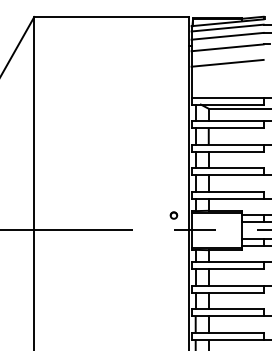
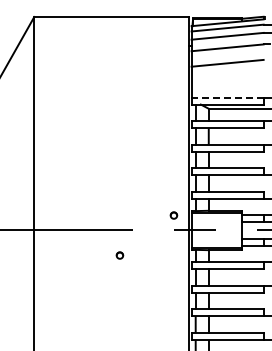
line at (227, 97): solid -> dashed
part at (119, 255): none -> present
